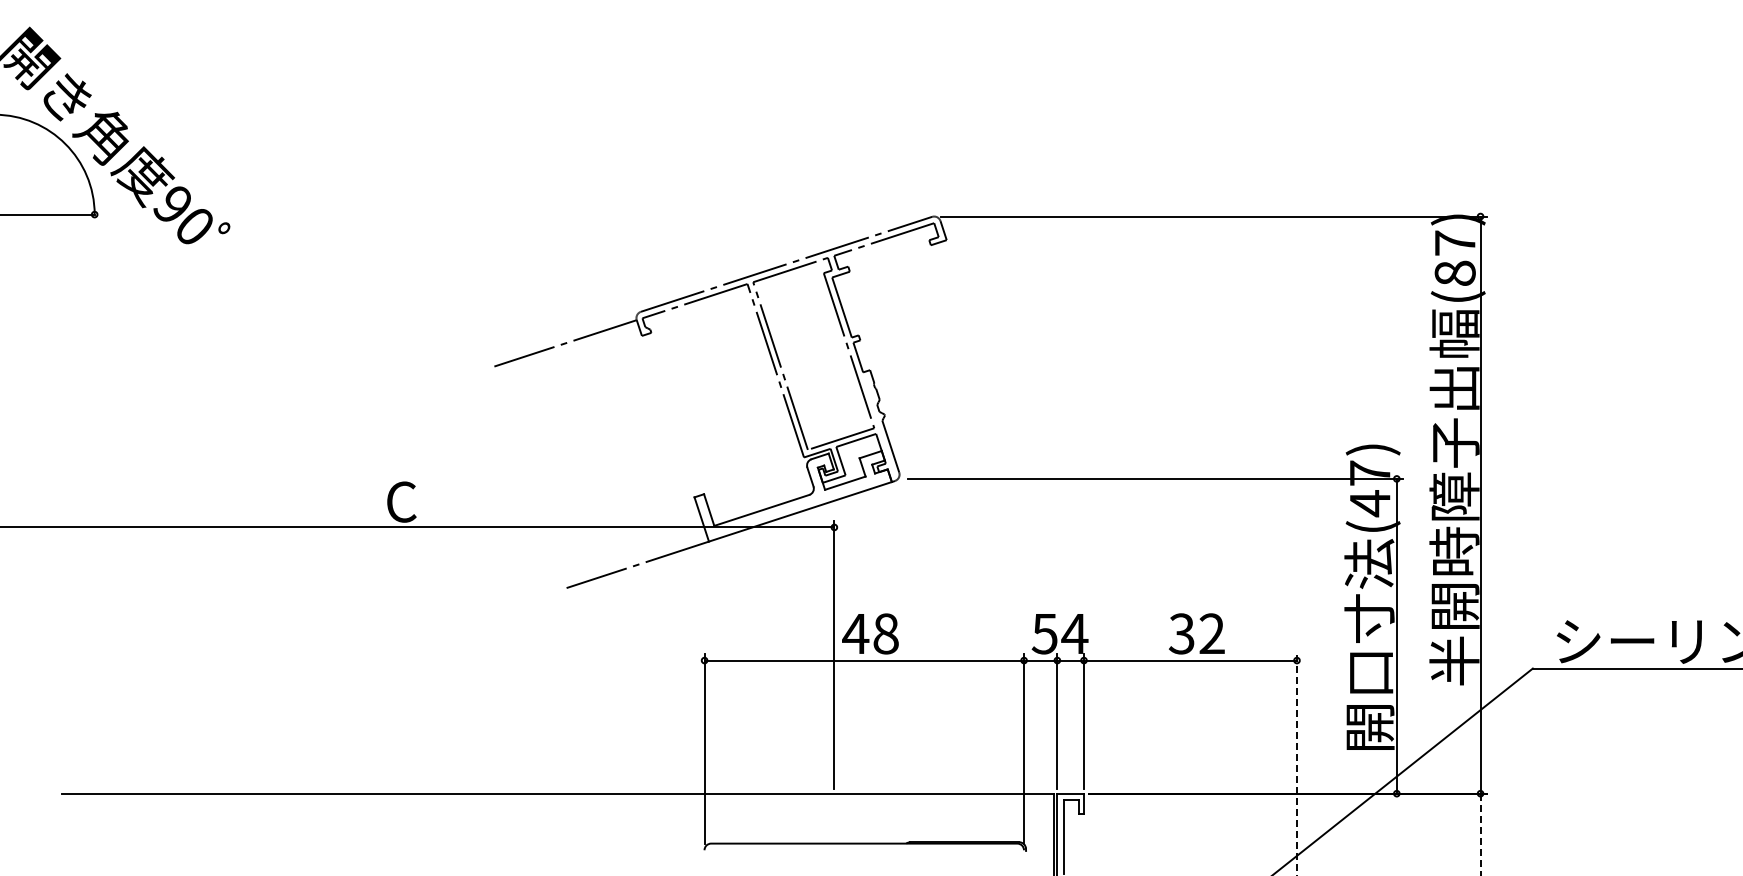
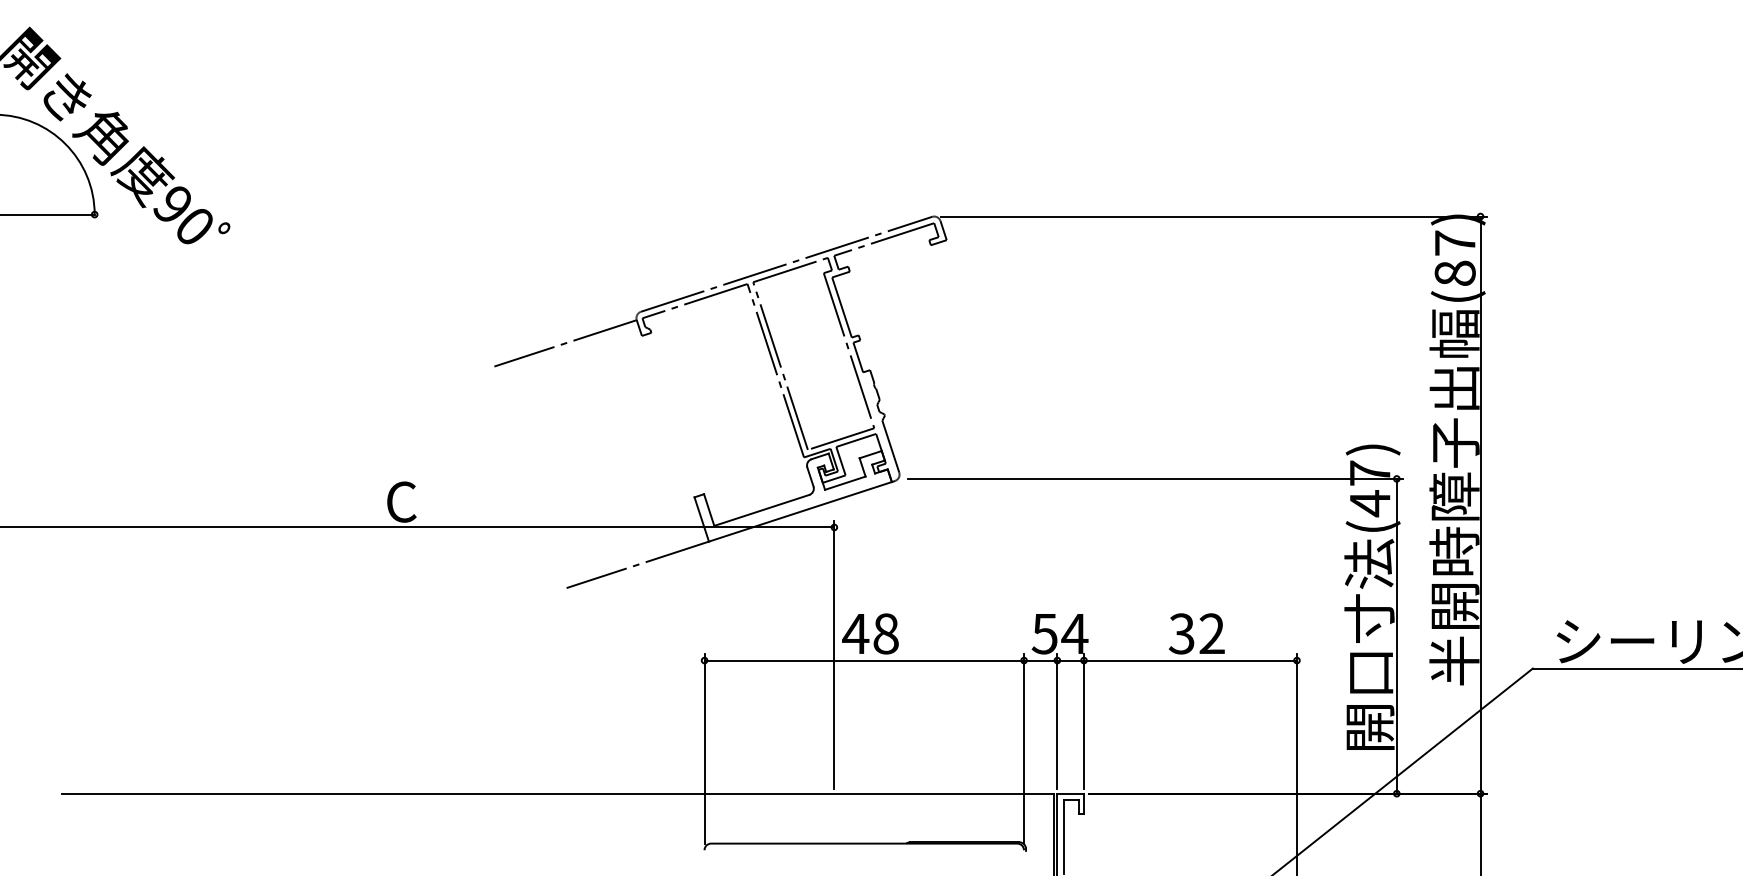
line at (1296, 764): dashed -> solid
line at (1480, 834): dashed -> solid
